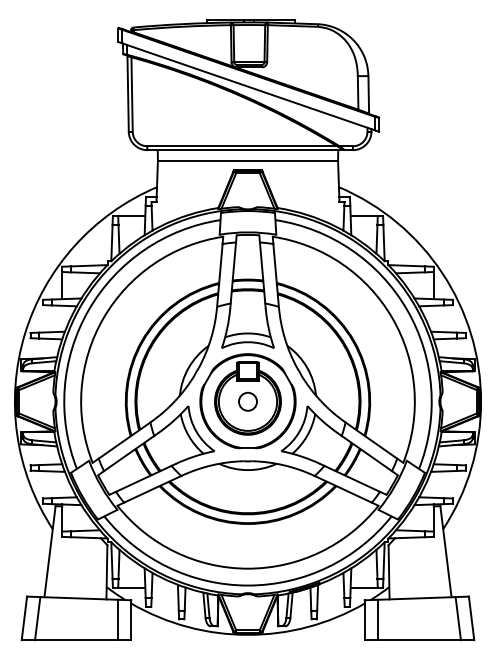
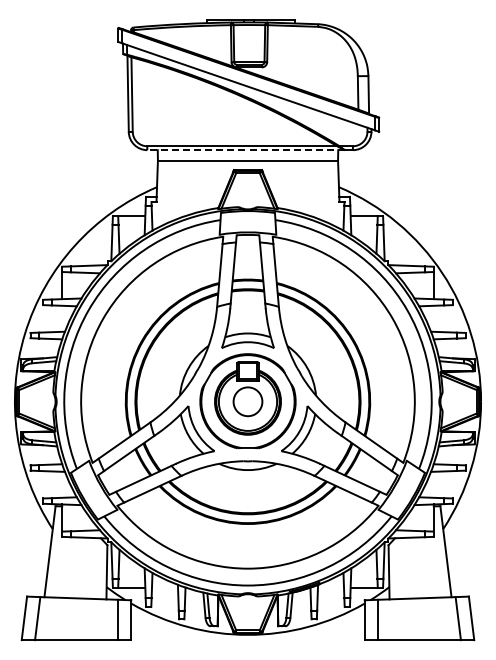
line at (245, 150): solid -> dashed
circle at (247, 401) diameter: 18 px -> 29 px
